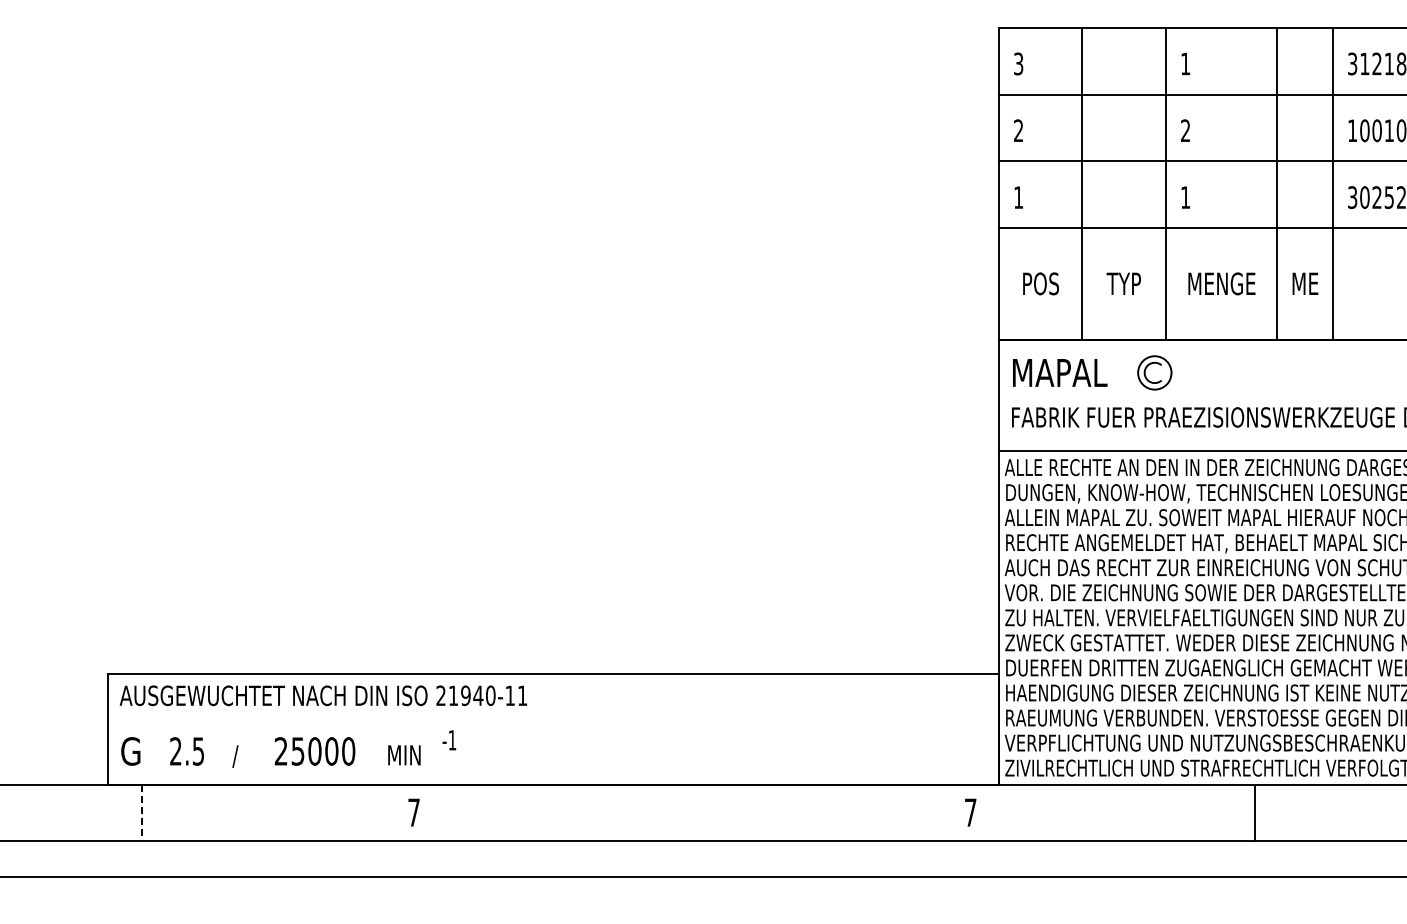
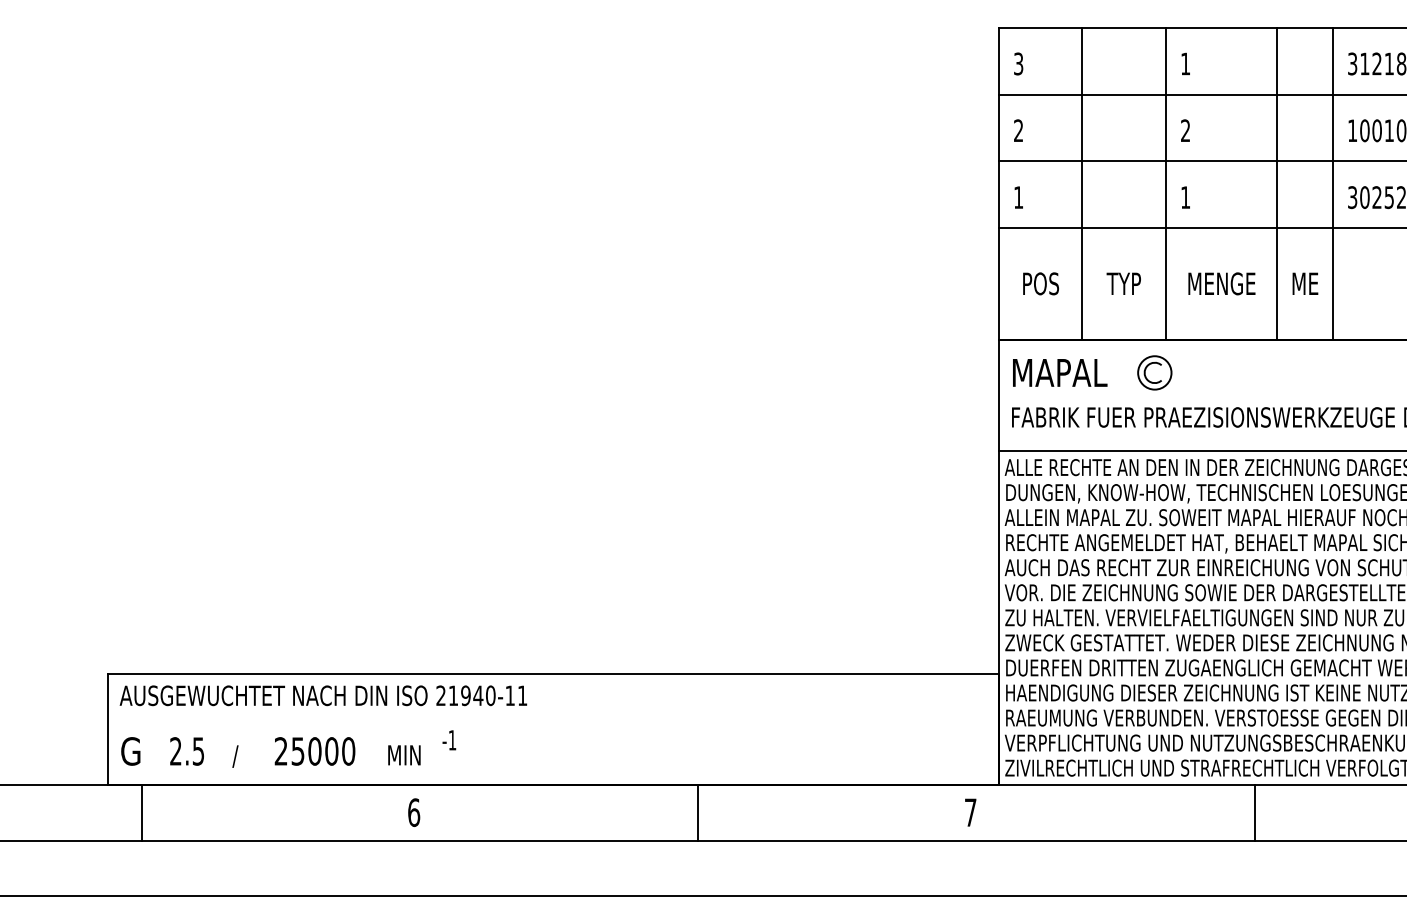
line at (141, 812): dashed -> solid
text at (414, 812): 7 -> 6
line at (698, 812): none -> present
line at (702, 877) position: (702, 877) -> (702, 896)
